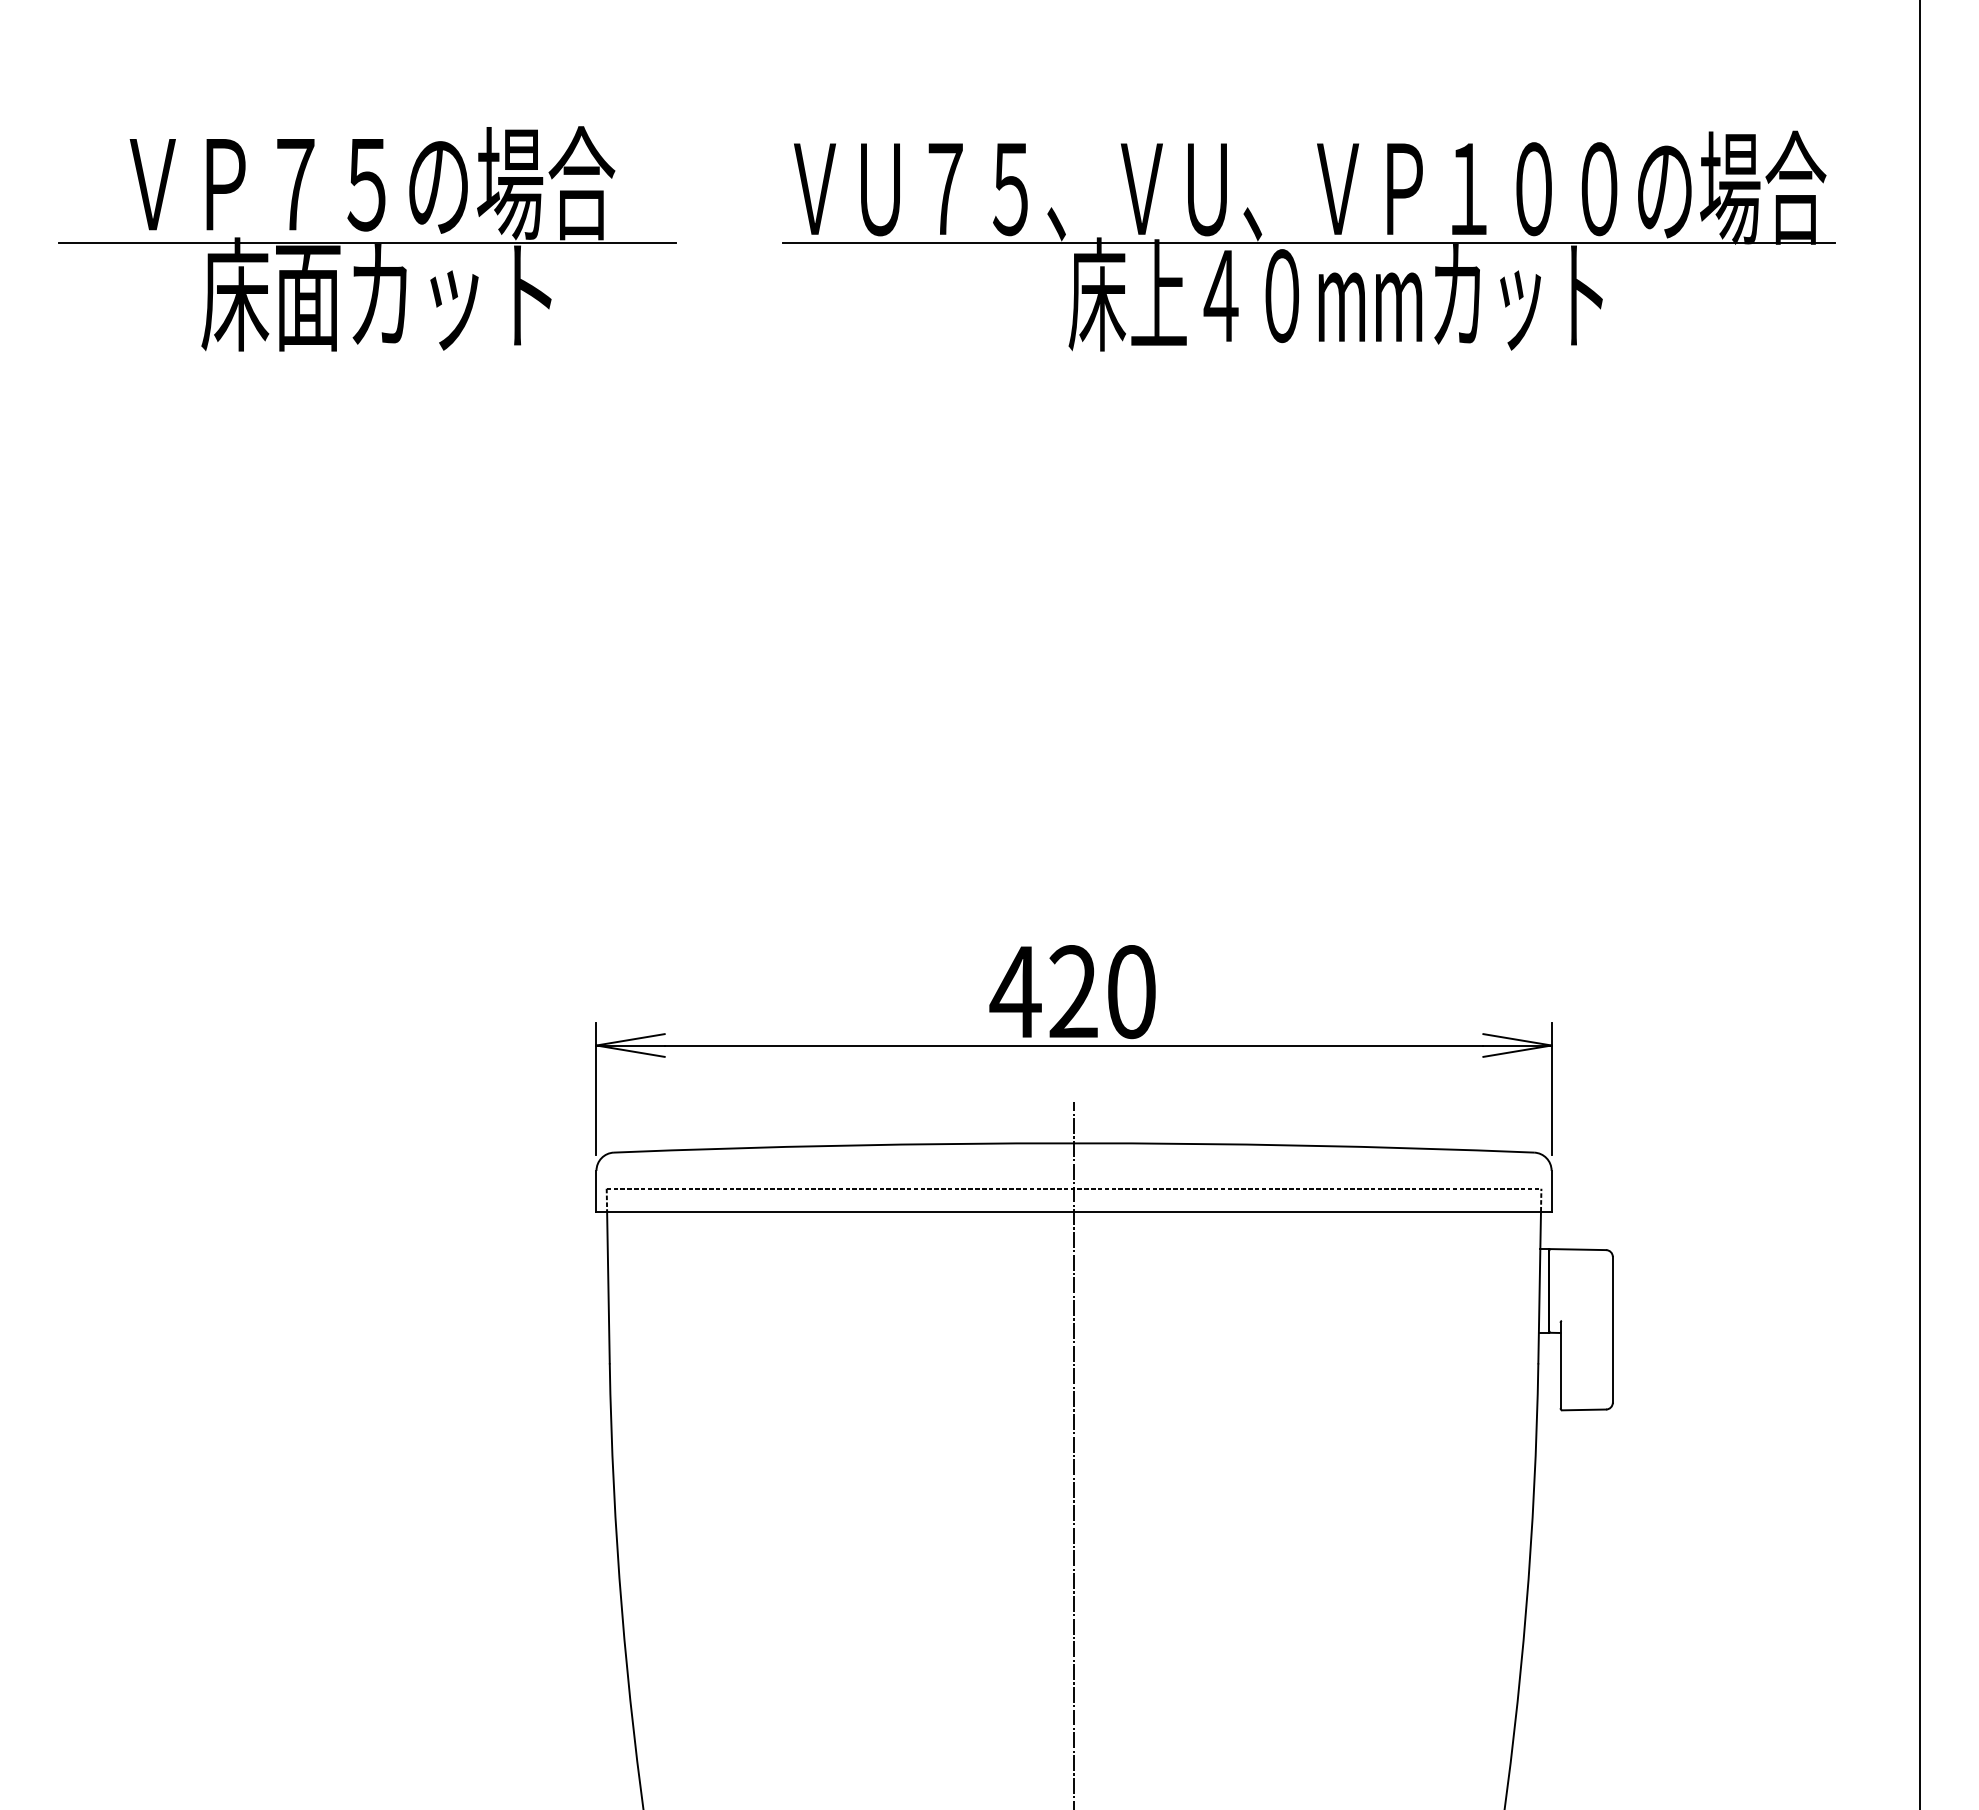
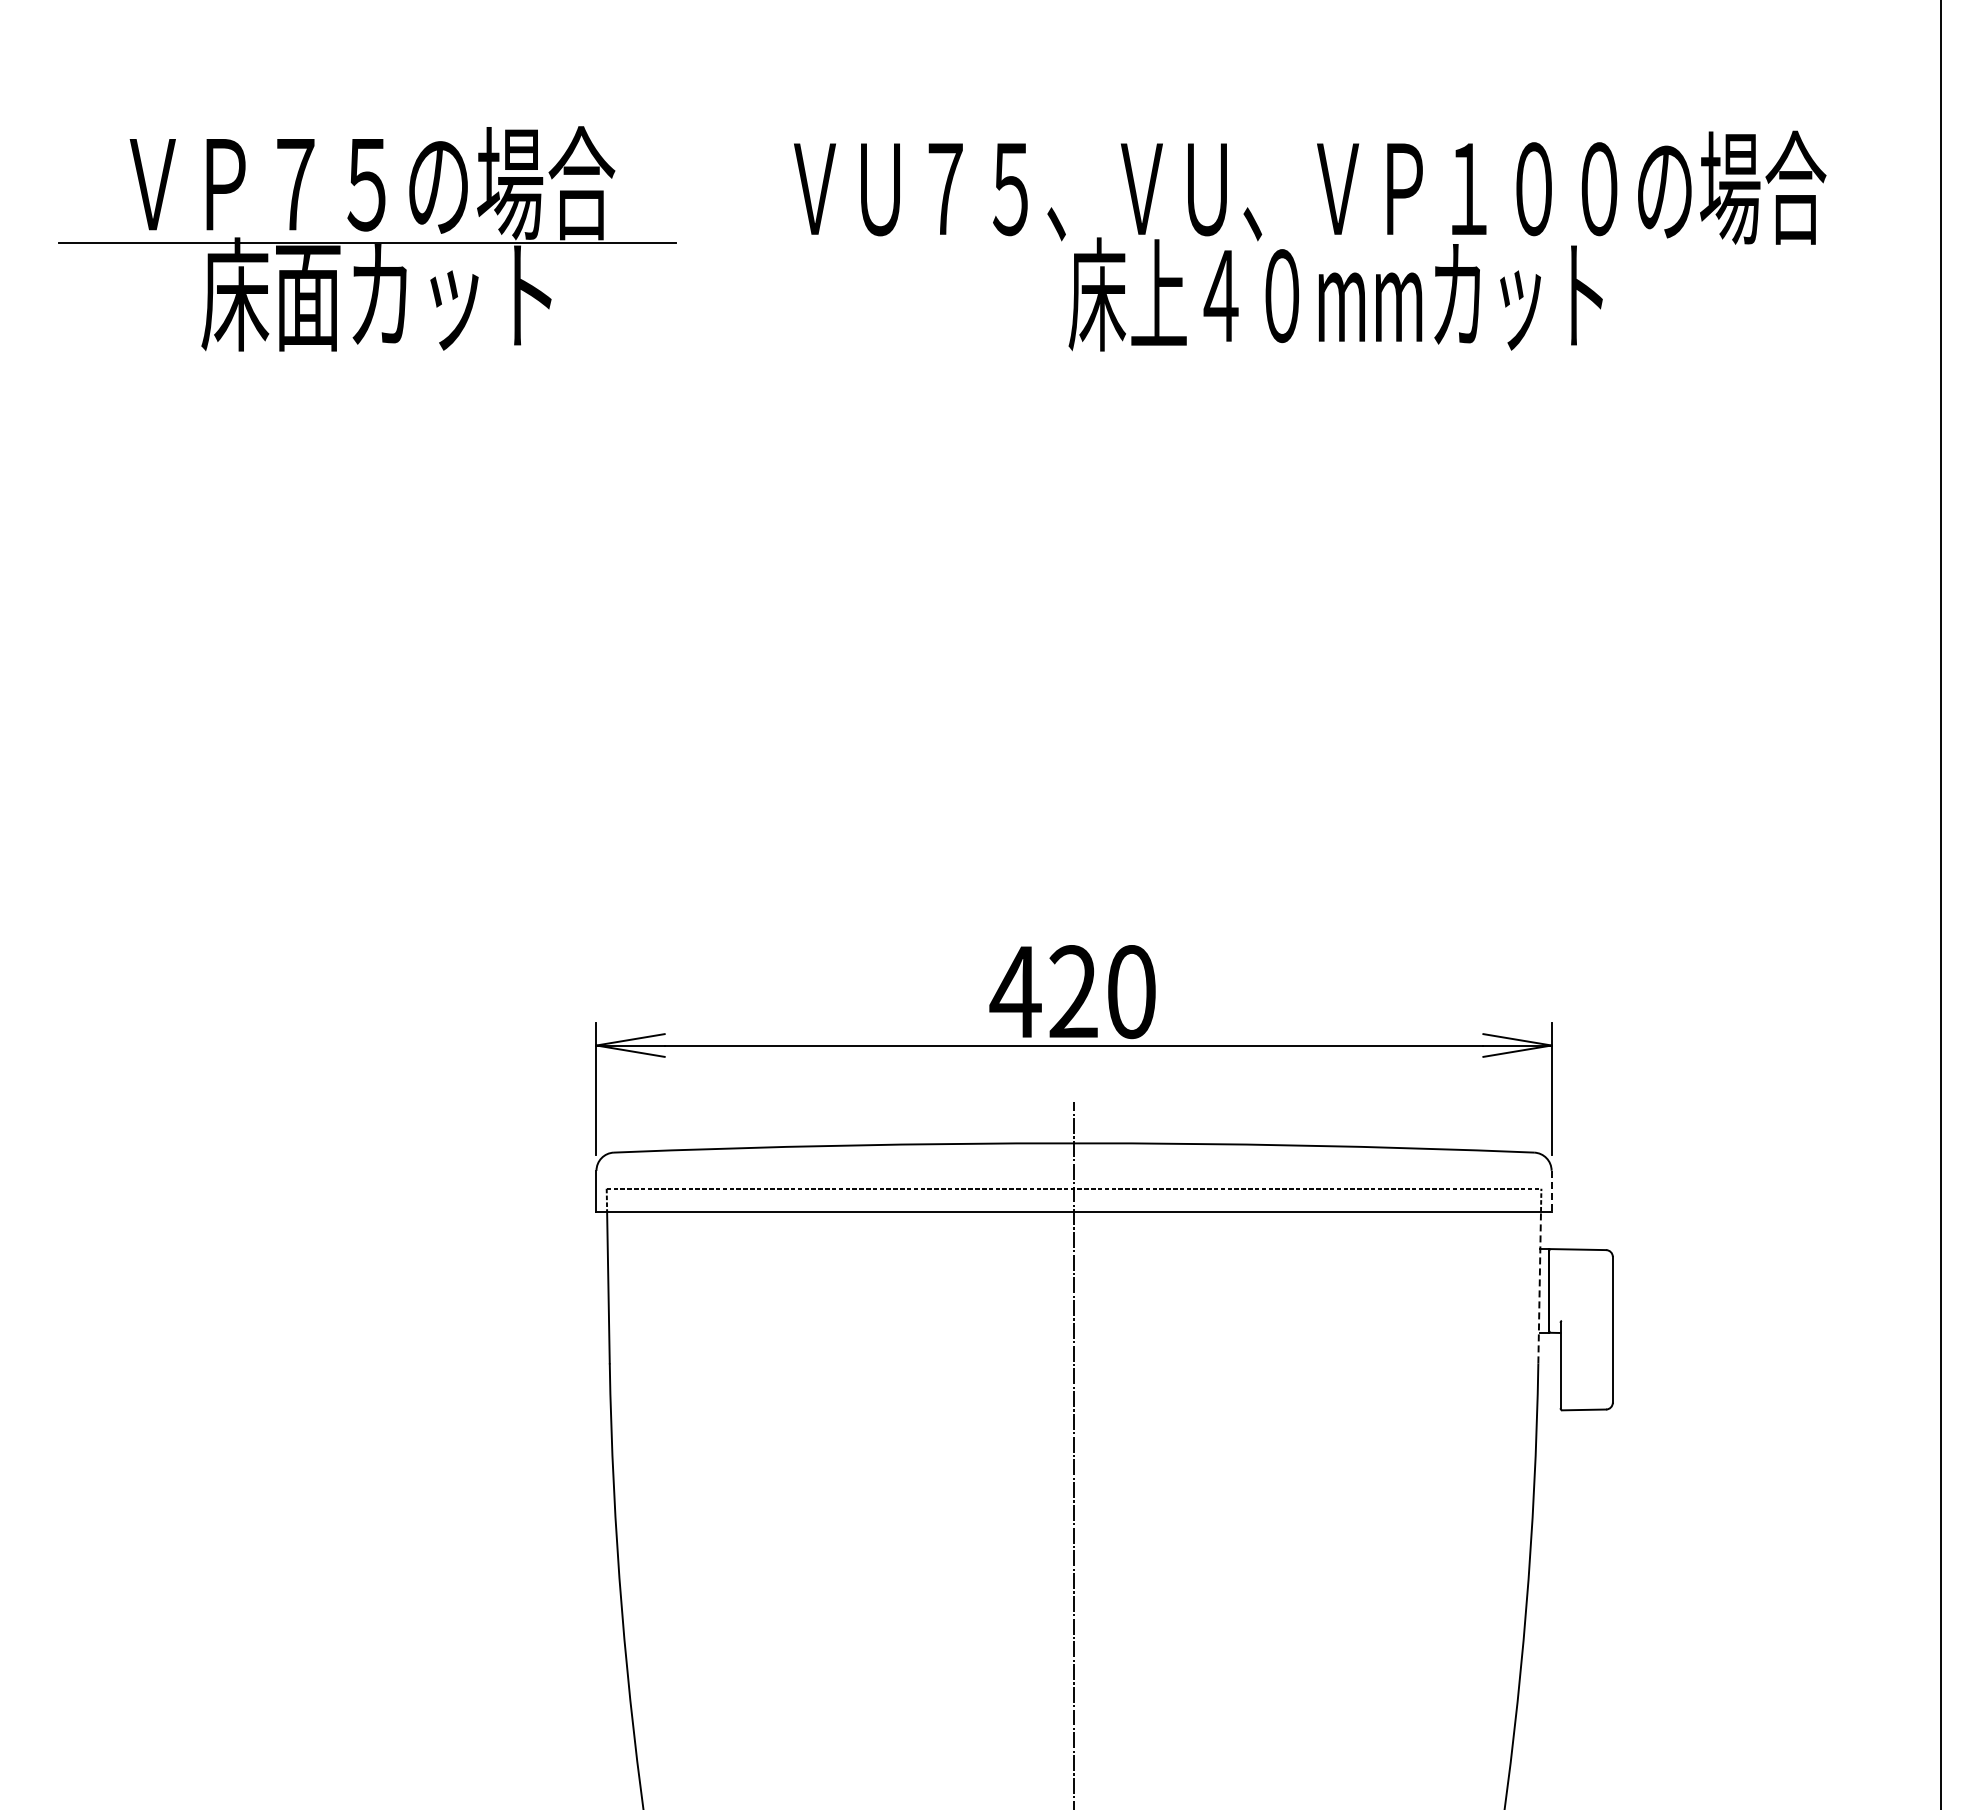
line at (1308, 242): present -> none
line at (1919, 904) position: (1919, 904) -> (1940, 904)
line at (1551, 1191): solid -> dashed
line at (1539, 1287): solid -> dashed
